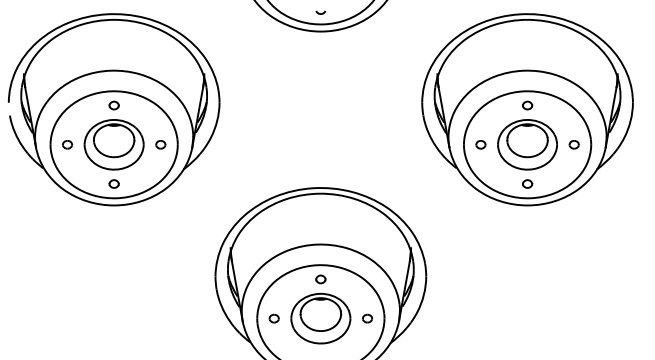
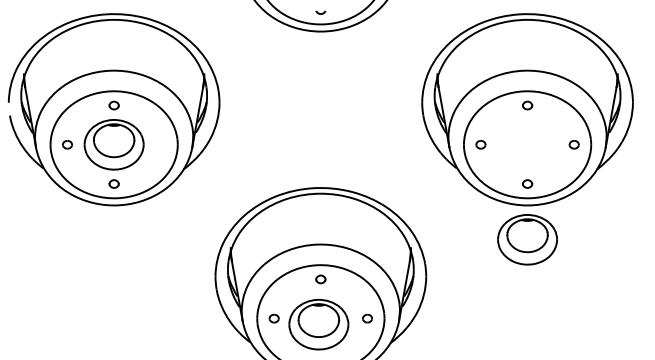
part at (160, 144): present -> none
part at (527, 144) position: (527, 144) -> (527, 239)
part at (320, 318) position: (320, 318) -> (318, 324)
